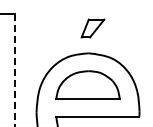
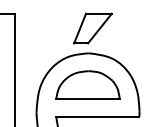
part at (92, 28) size: 26x21 px -> 40x33 px
line at (14, 70): dashed -> solid
